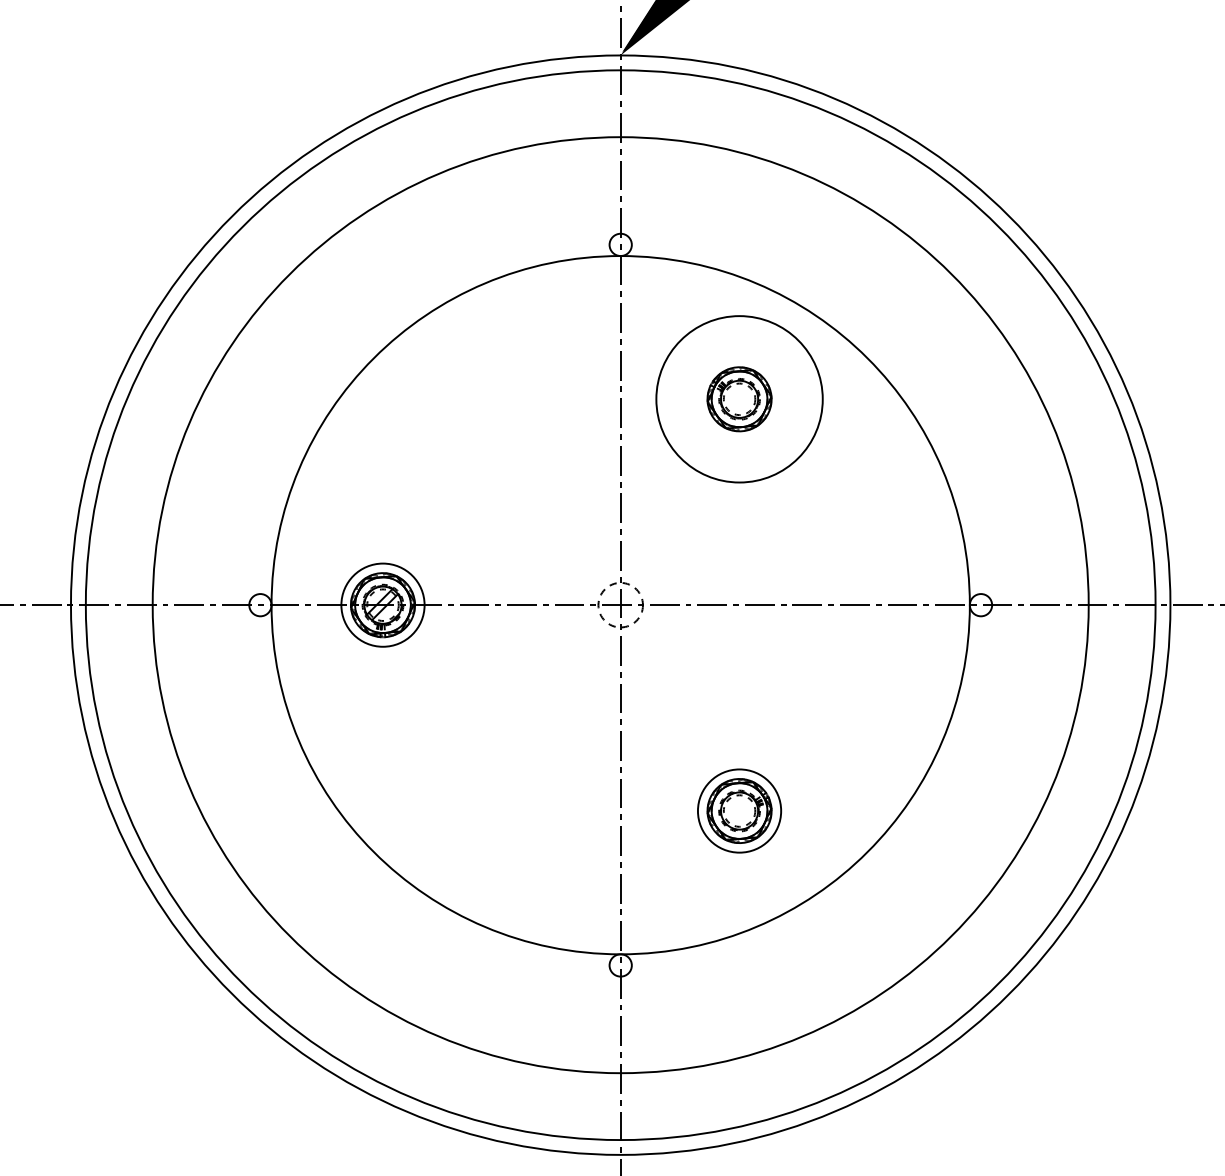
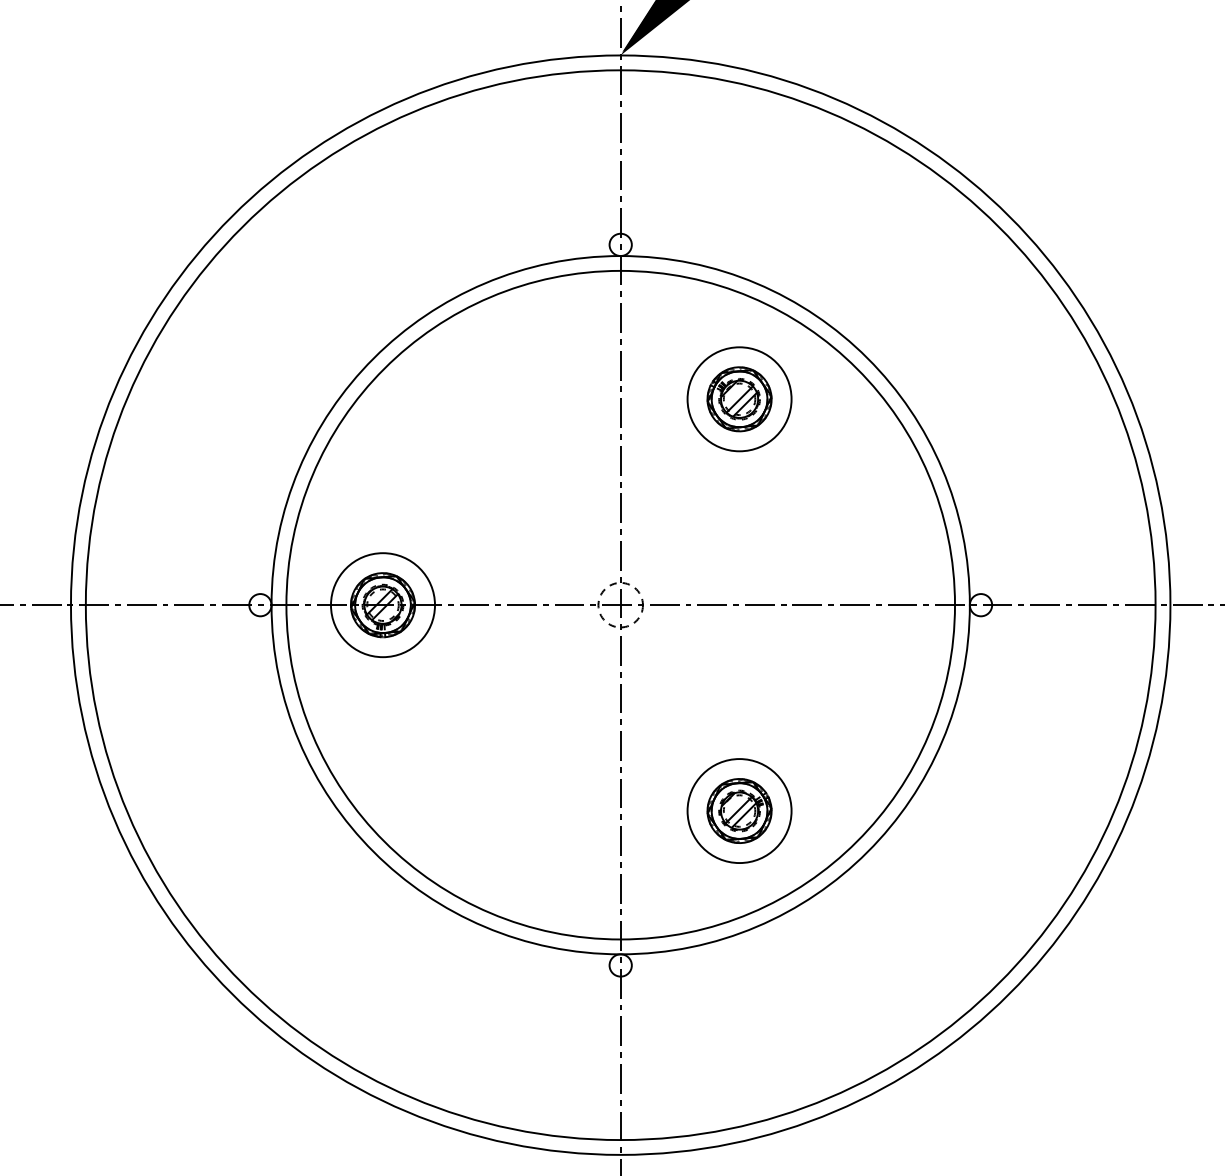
hatch at (738, 398): none -> present
circle at (739, 399) diameter: 166 px -> 104 px
circle at (382, 604) diameter: 83 px -> 104 px
circle at (620, 605) diameter: 936 px -> 669 px
hatch at (738, 810): none -> present
circle at (739, 810) diameter: 83 px -> 104 px
